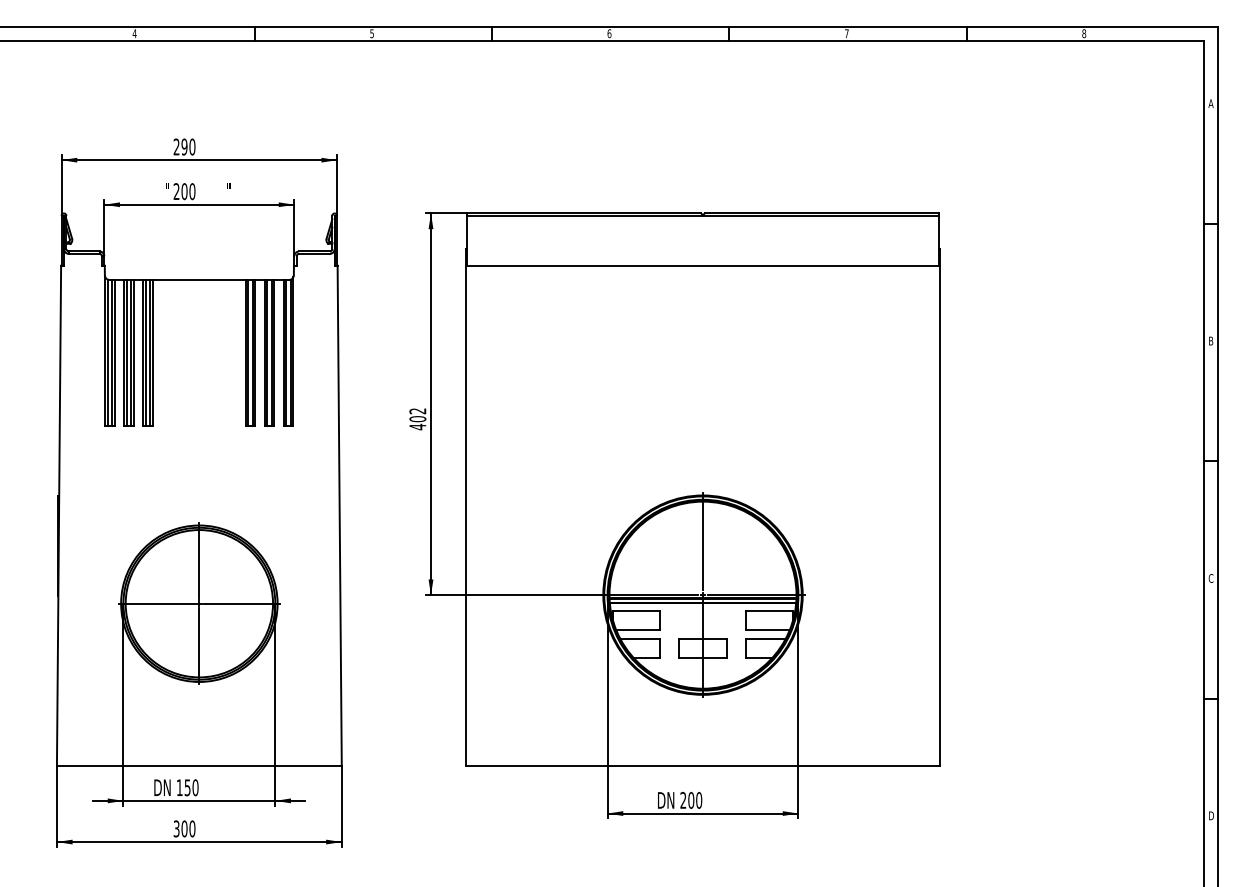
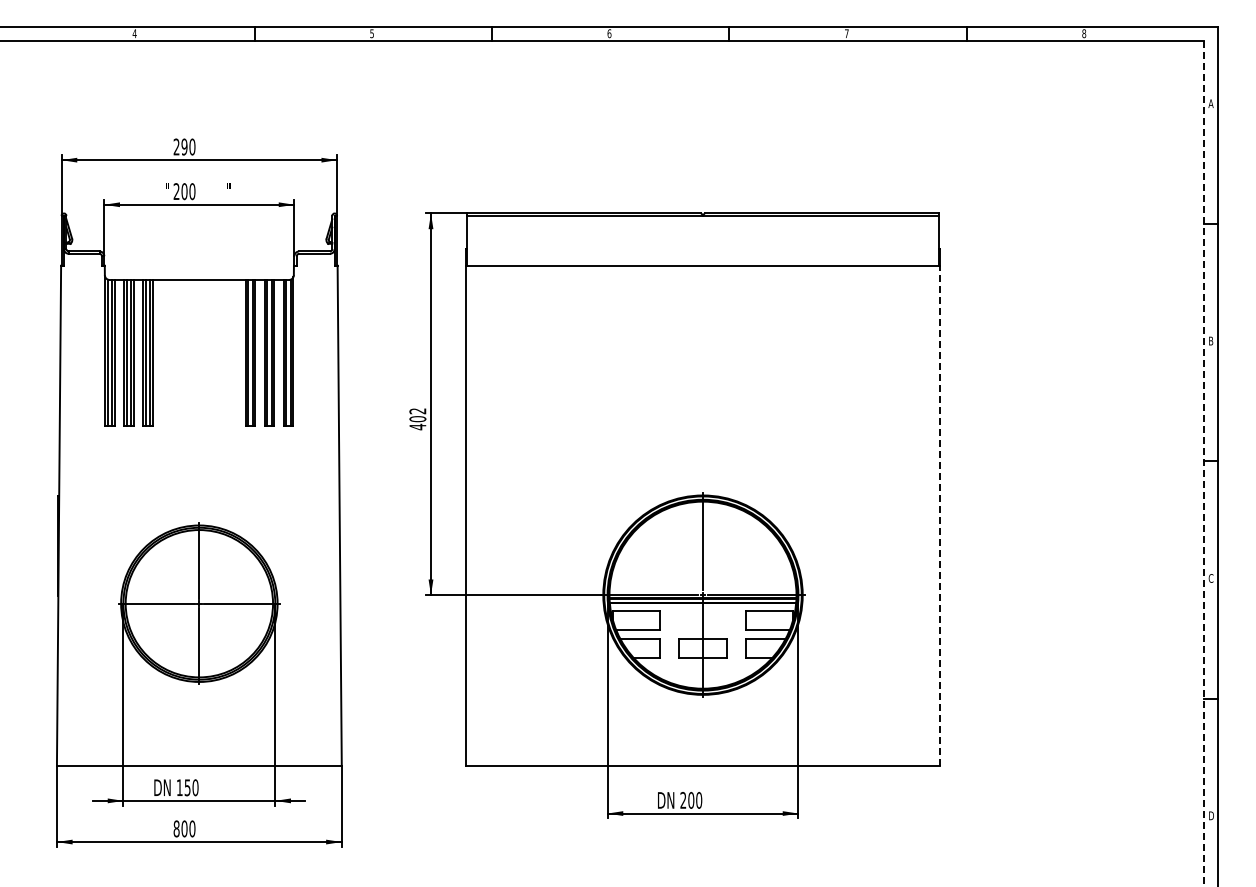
line at (1204, 463): solid -> dashed
line at (940, 515): solid -> dashed
text at (176, 828): 300 -> 800
